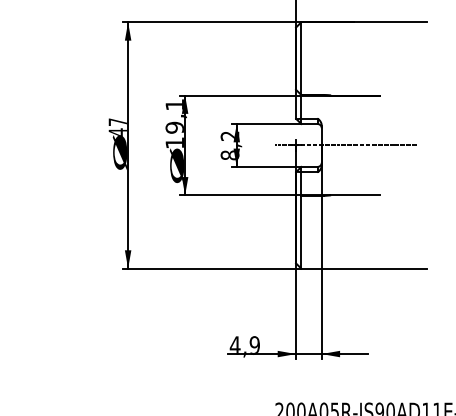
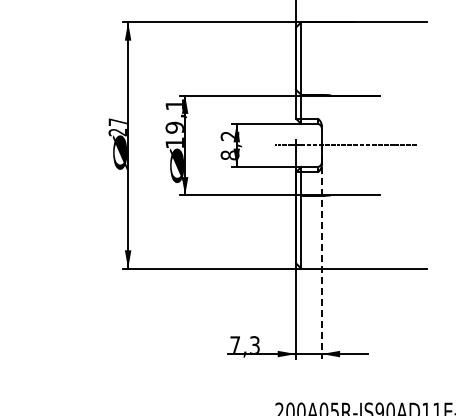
text at (117, 132): 47 -> 27
line at (321, 252): solid -> dashed
text at (244, 344): 4,9 -> 7,3
